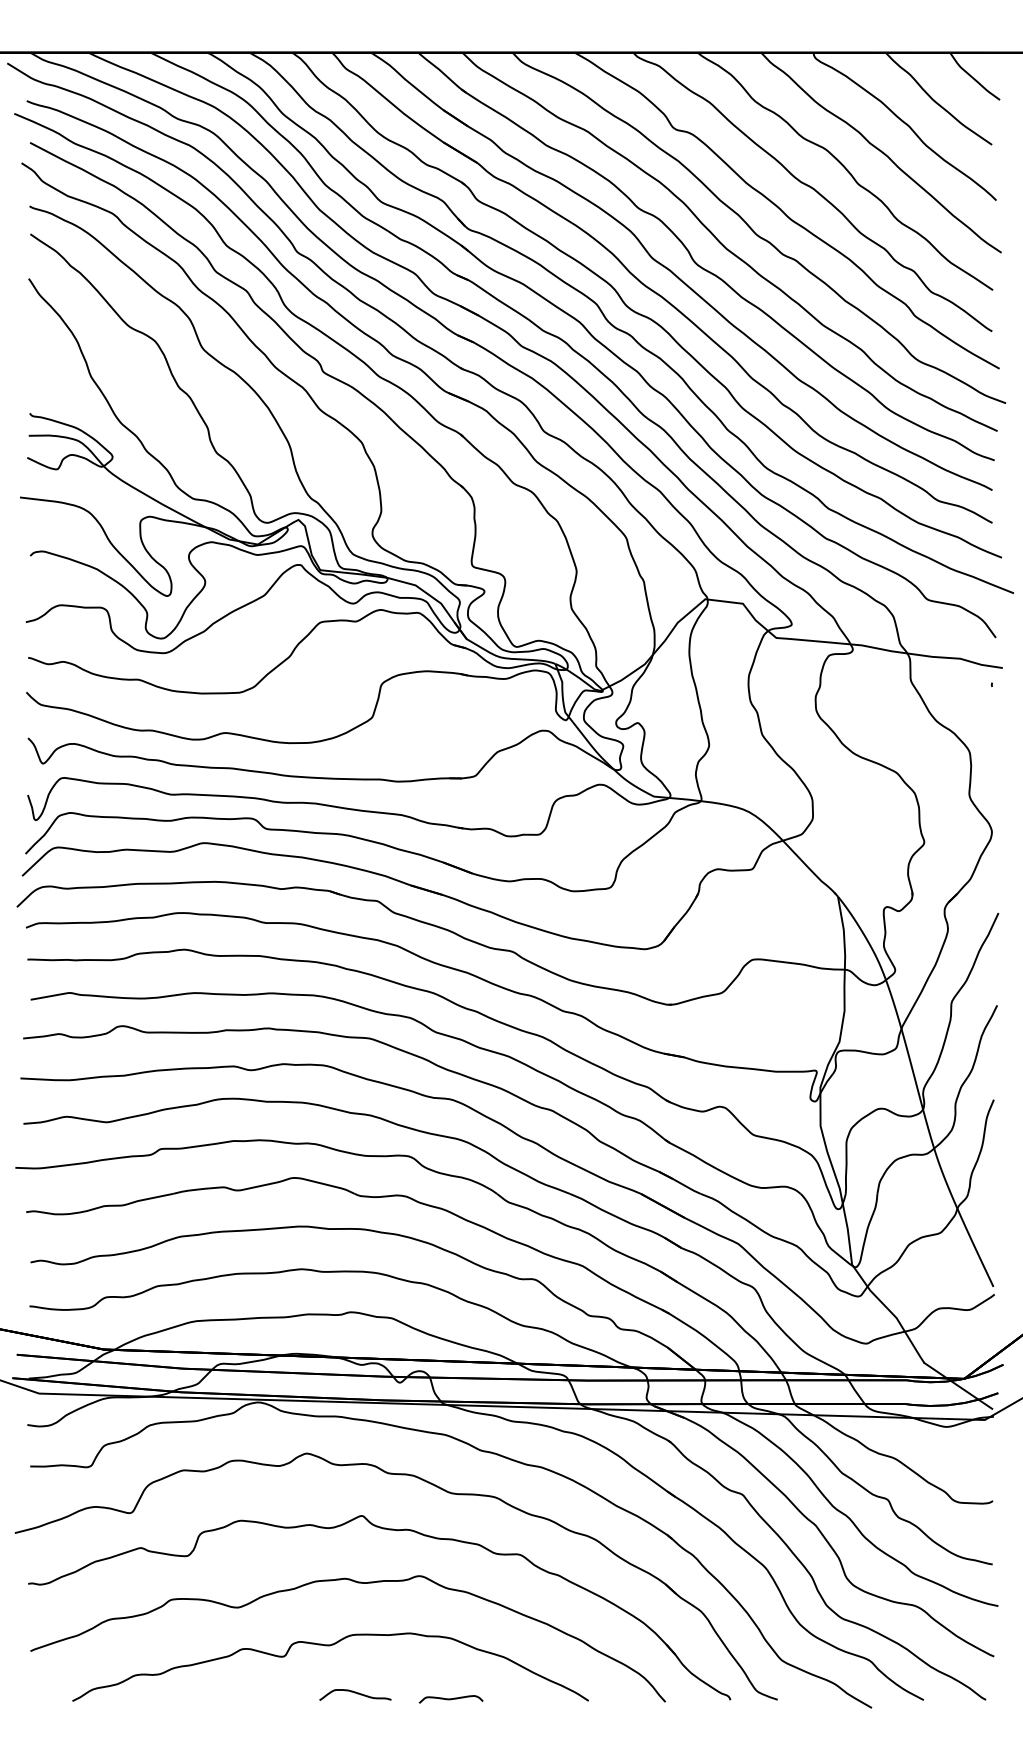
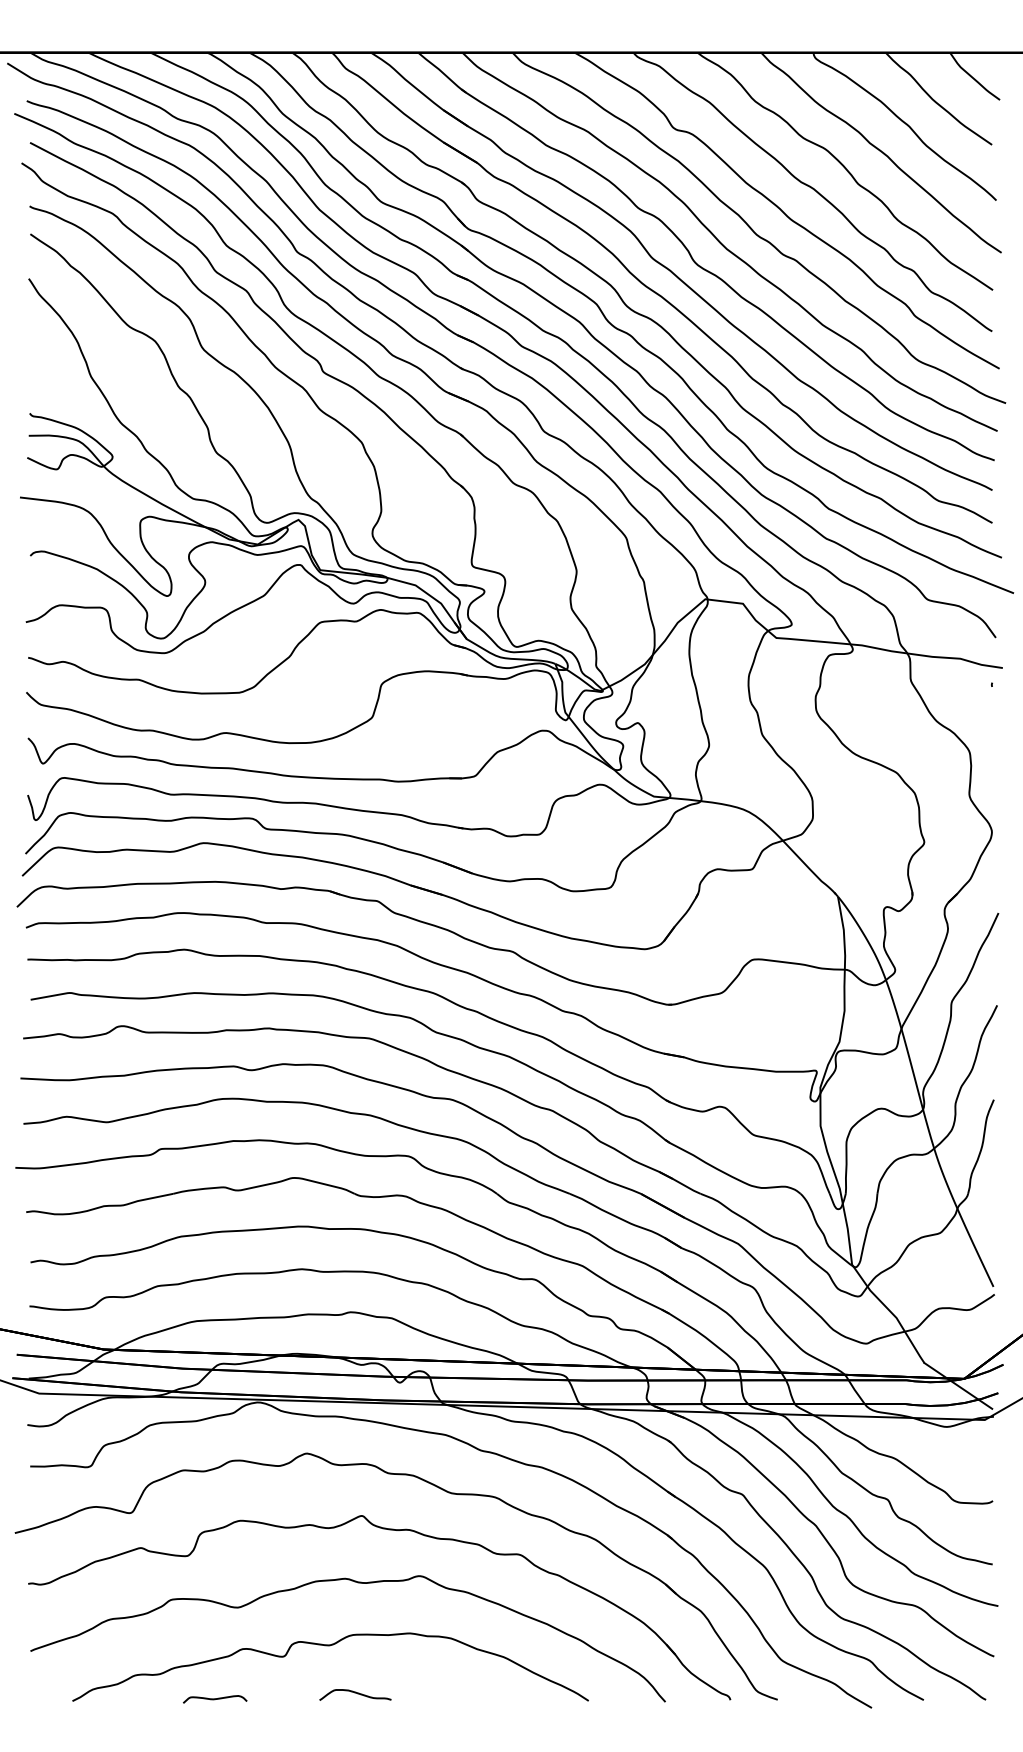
curve at (451, 1699) position: (451, 1699) -> (215, 1699)
